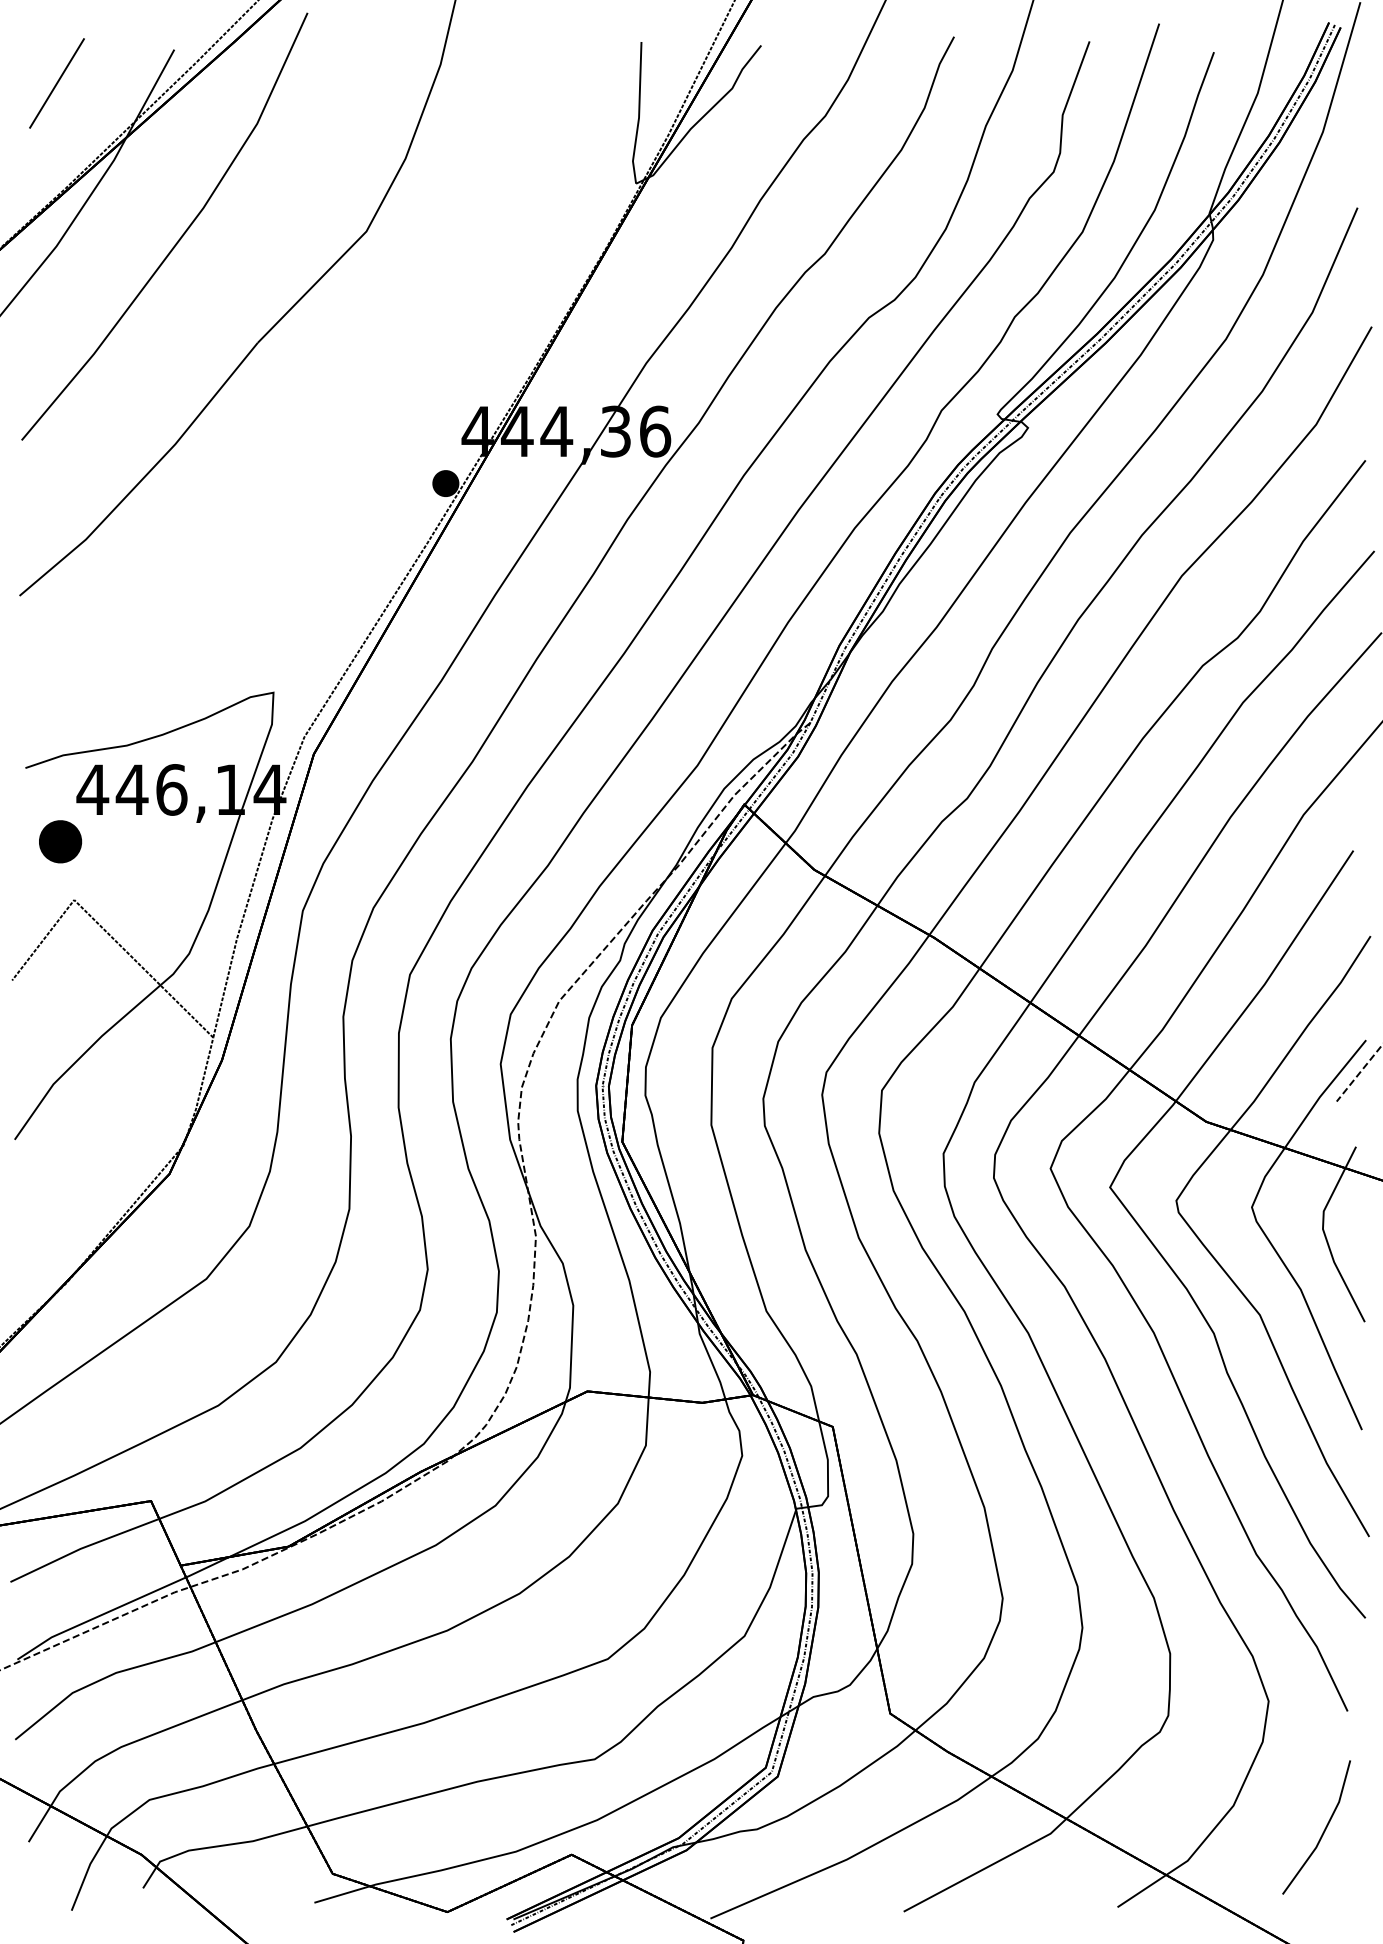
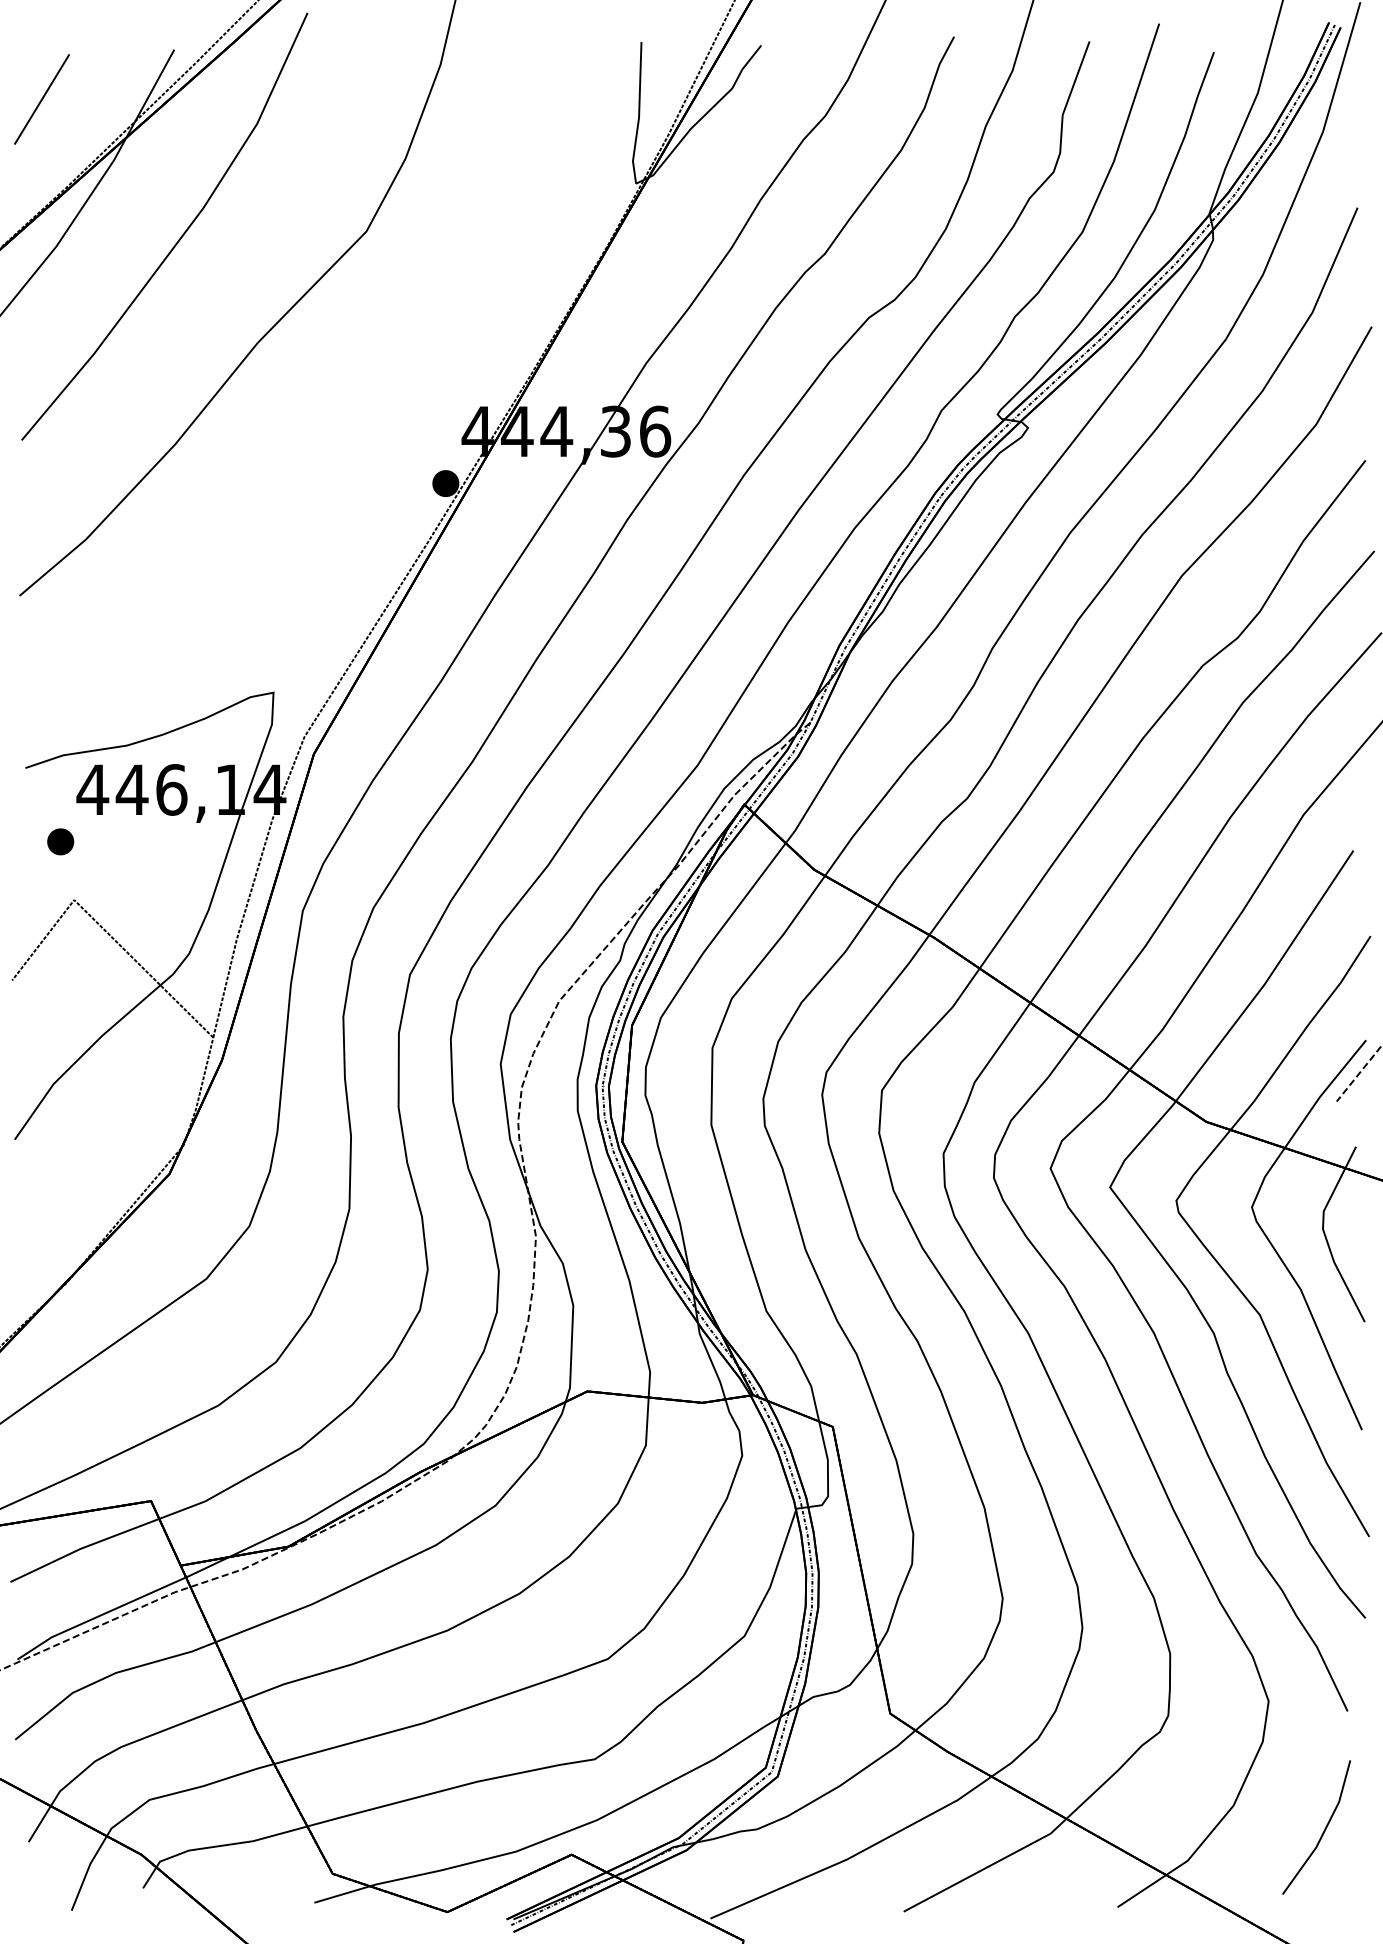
line at (56, 83) position: (56, 83) -> (41, 99)
part at (60, 841) size: 44x44 px -> 28x28 px
